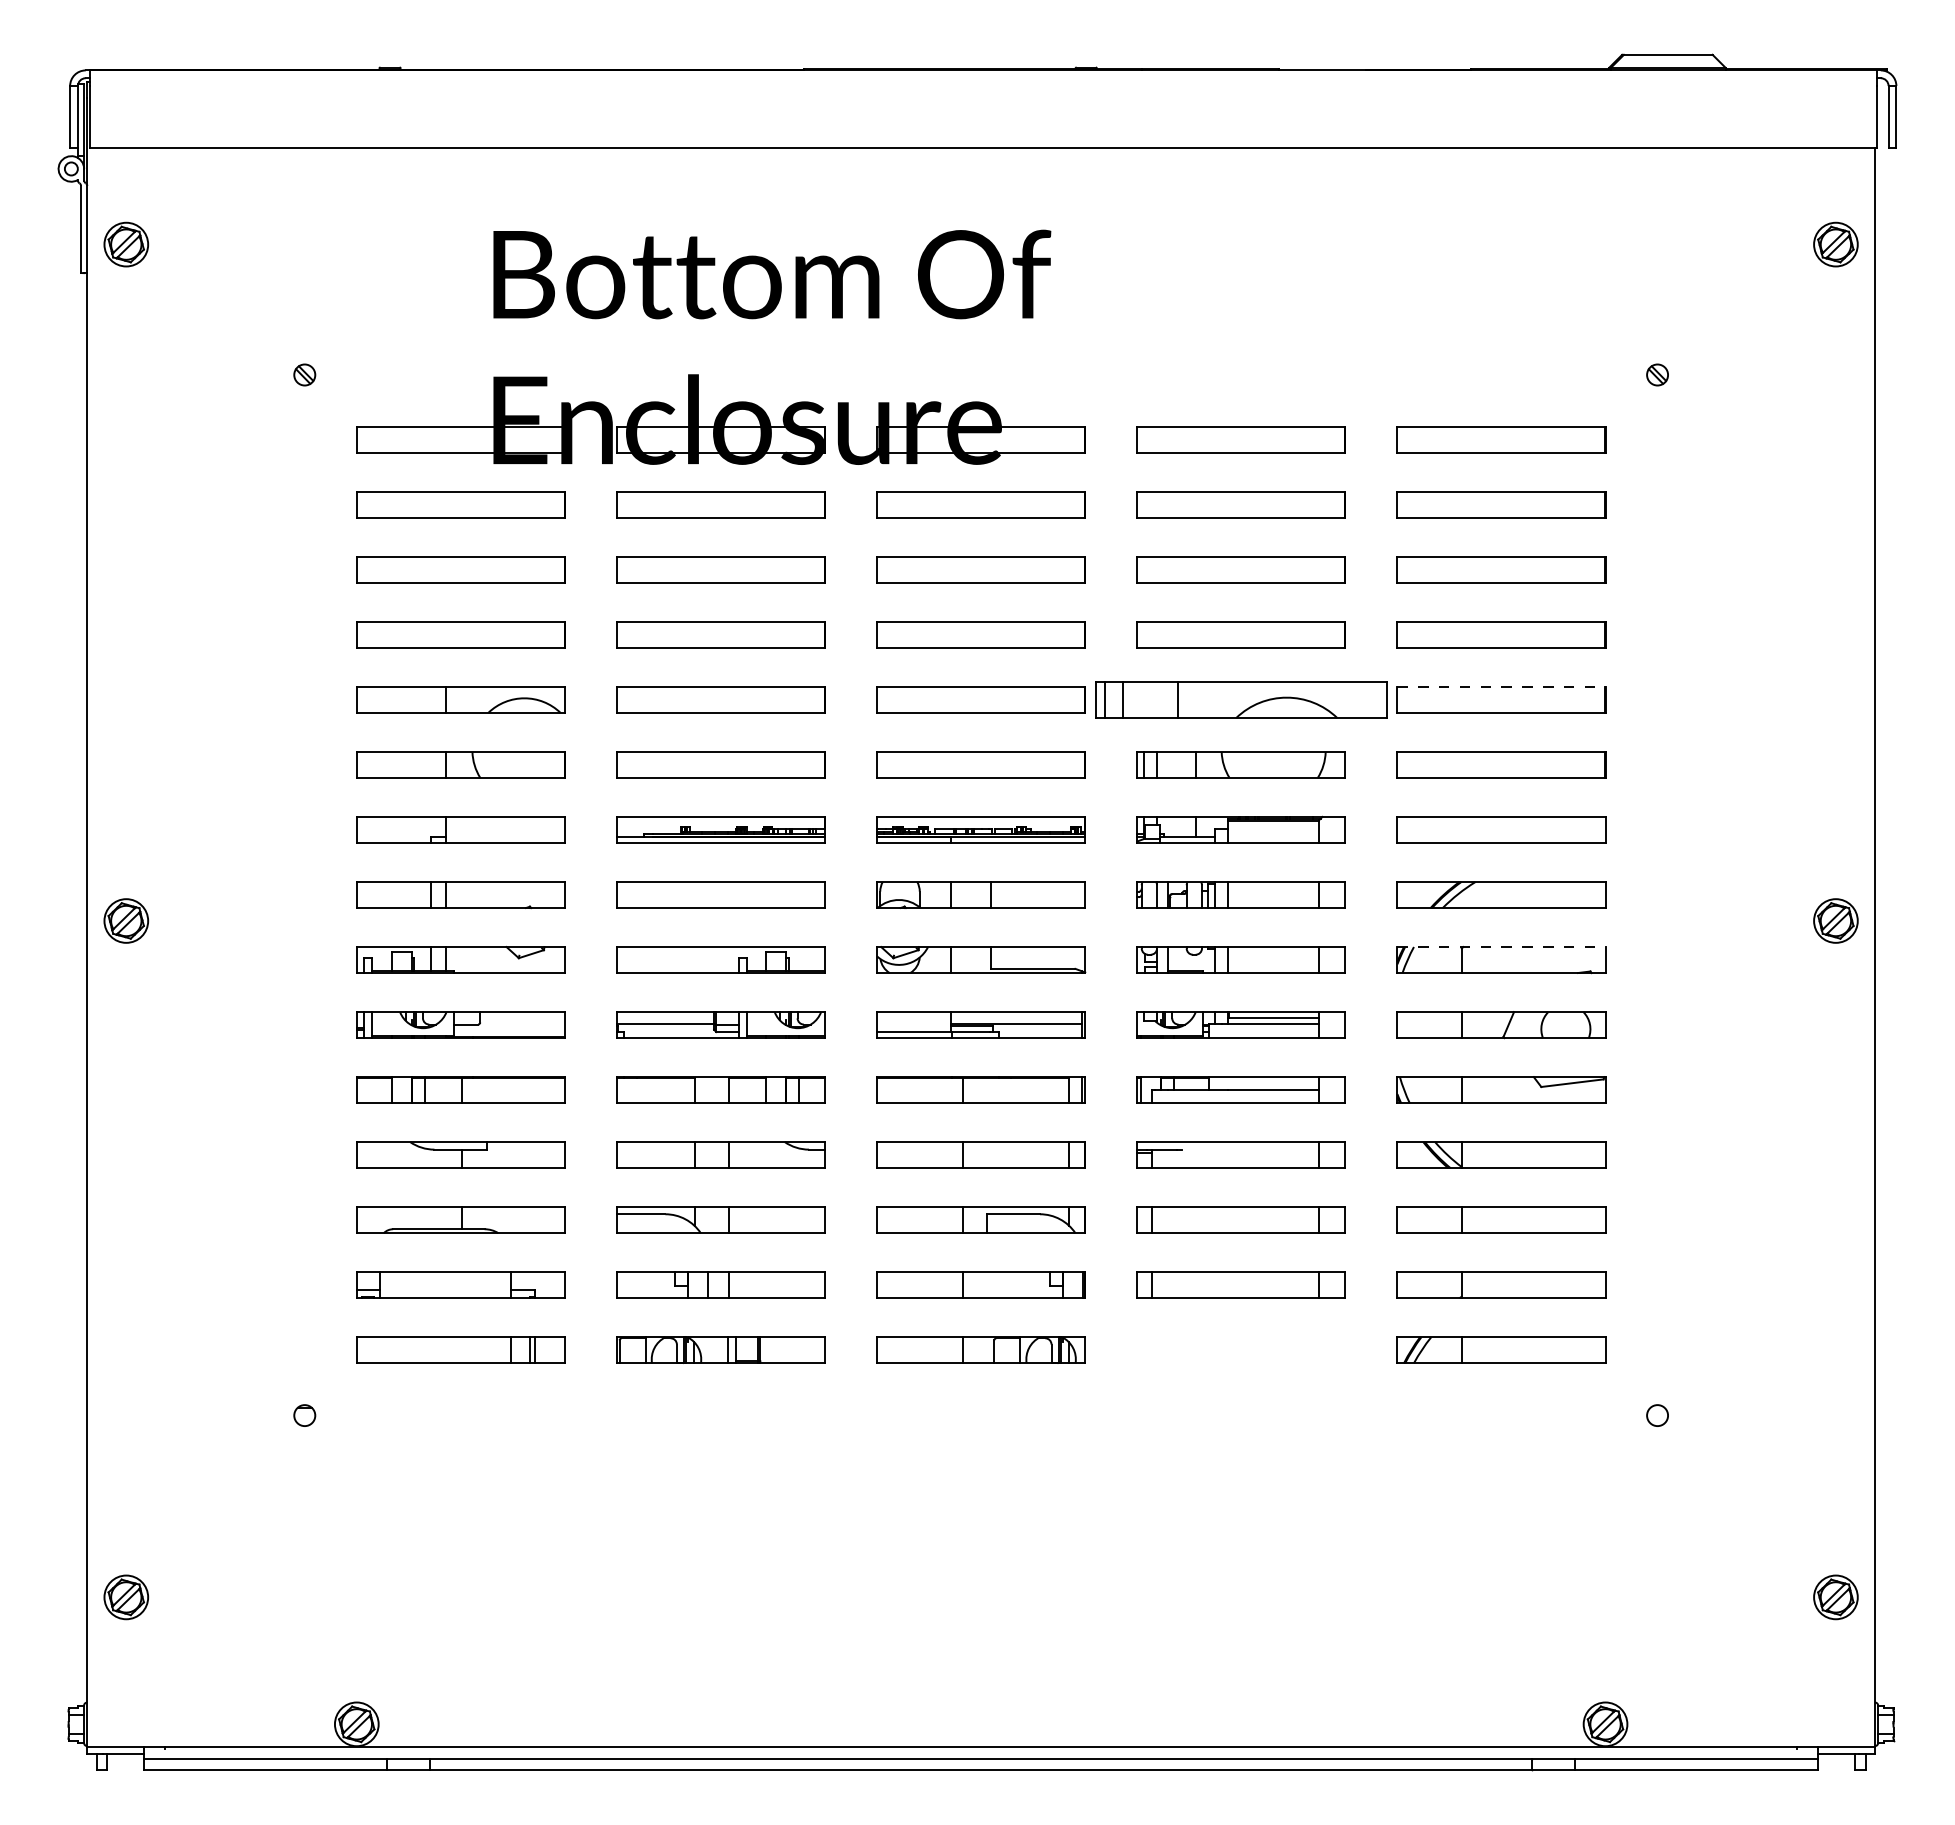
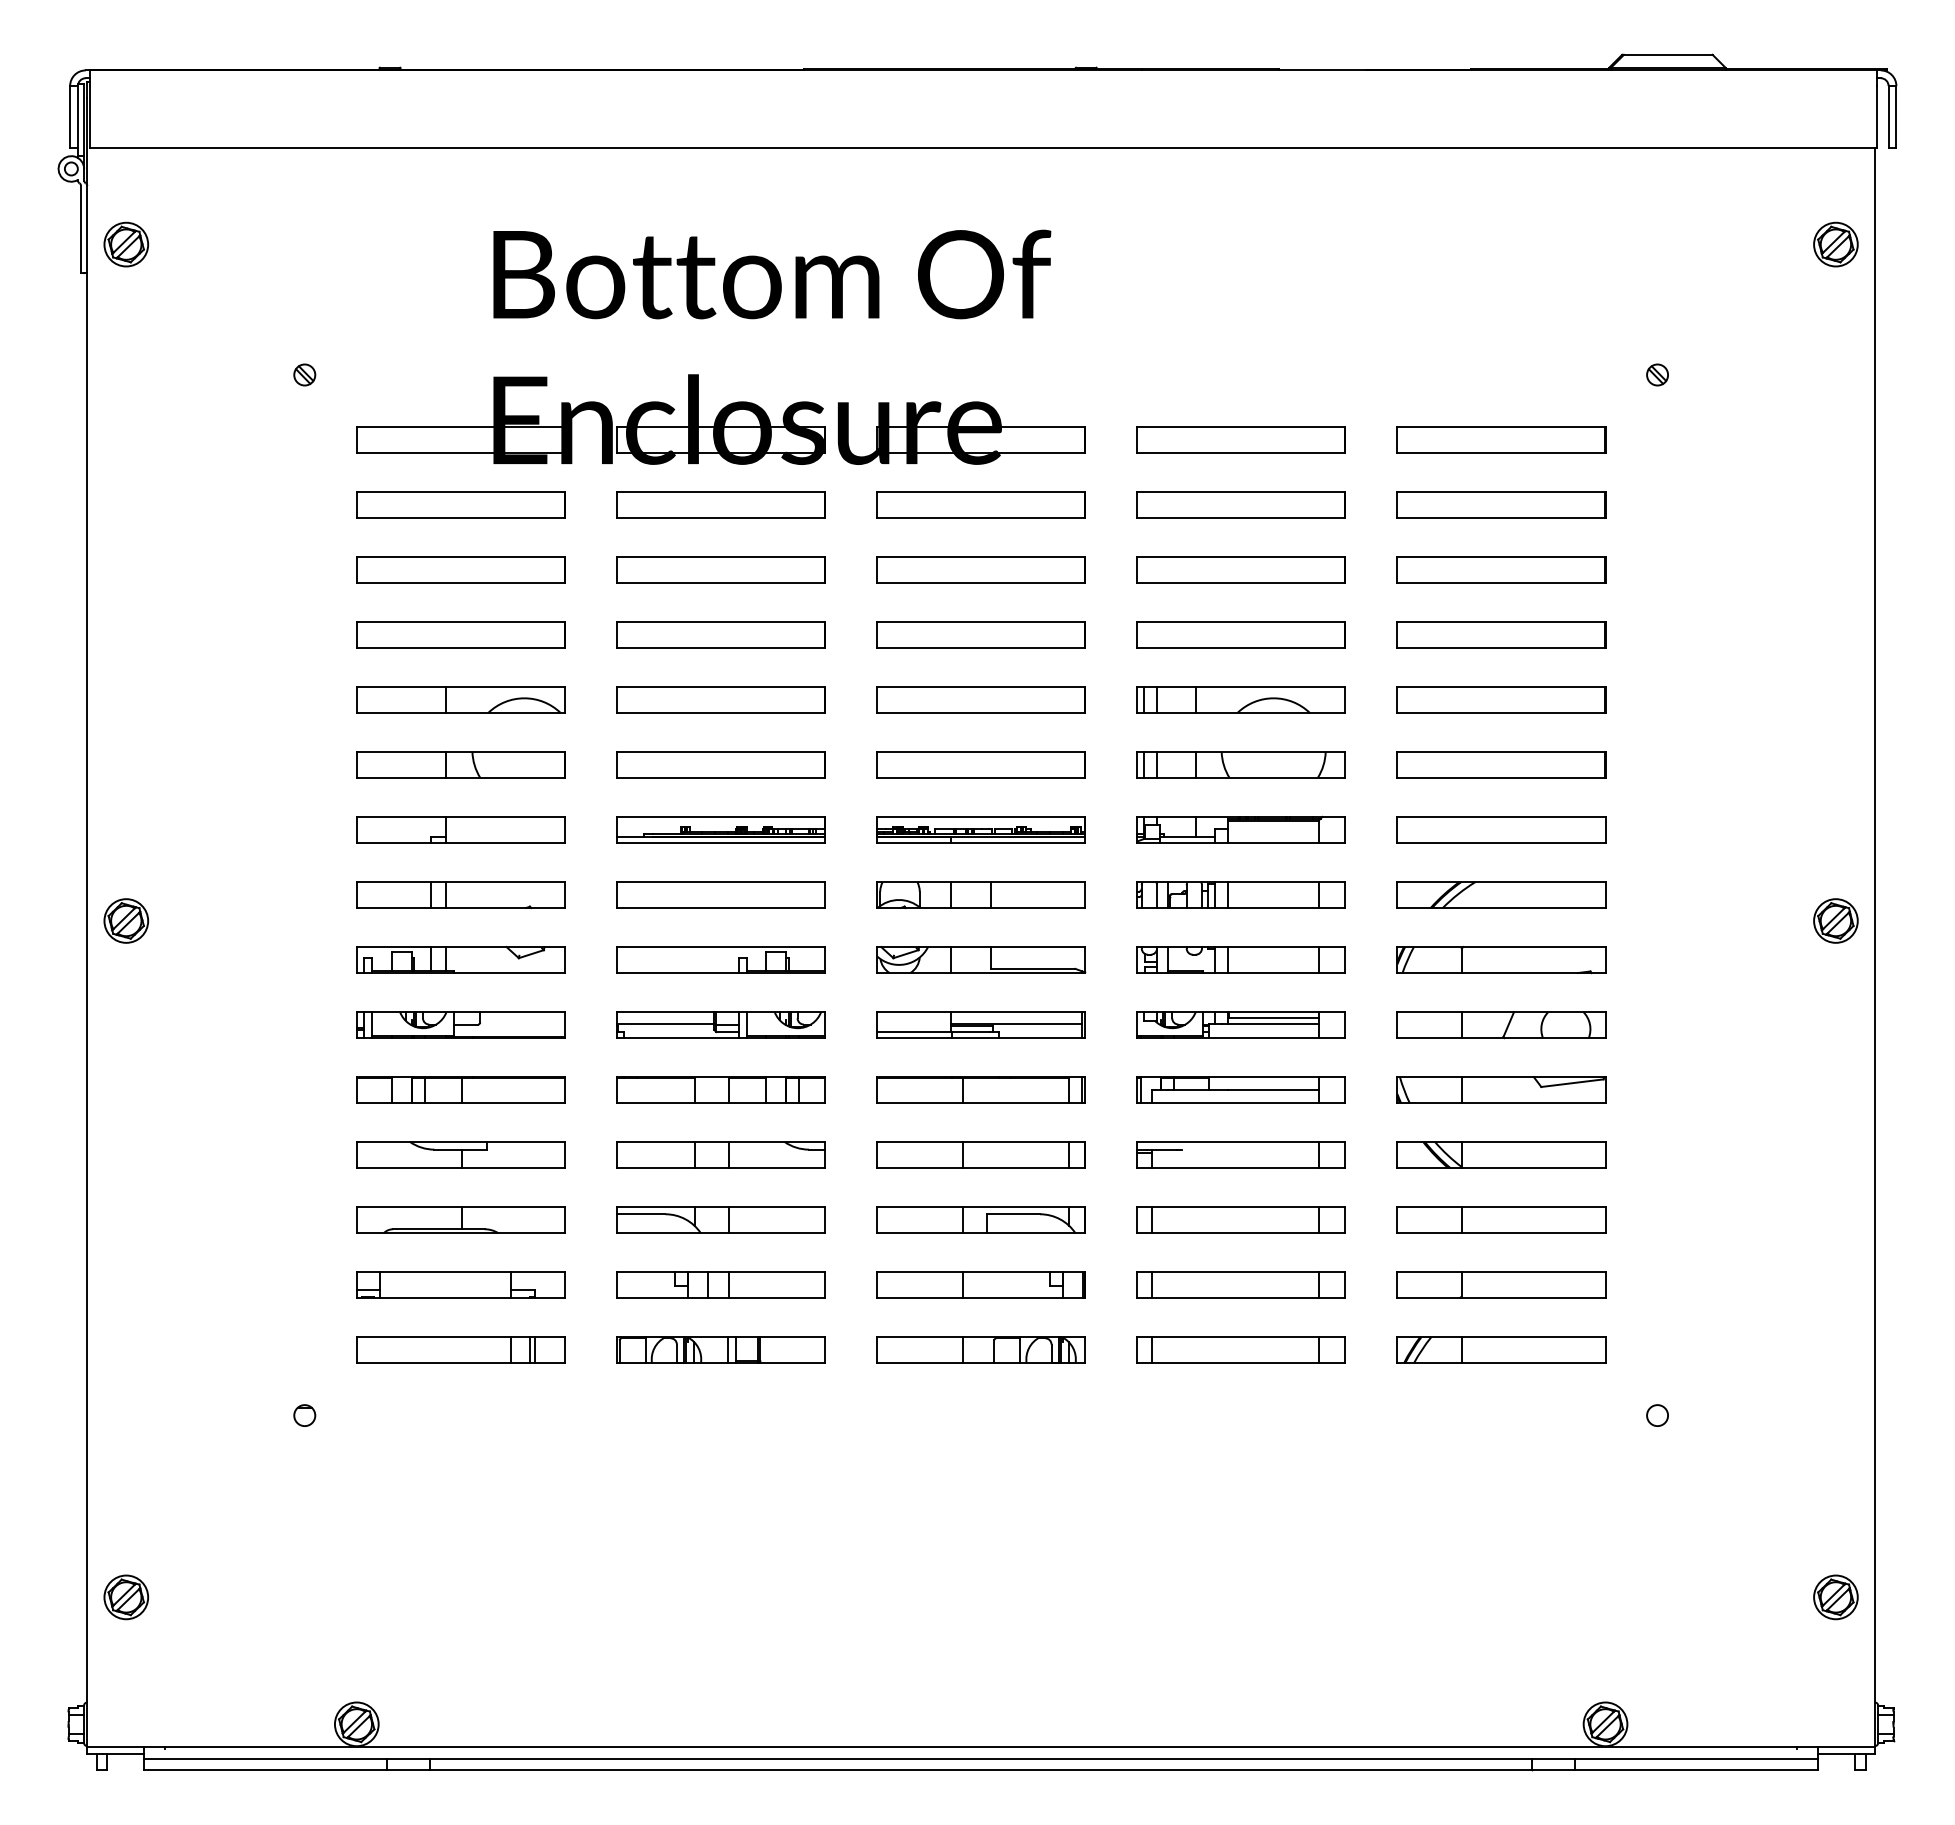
line at (1501, 686): dashed -> solid
part at (1241, 699) size: 293x38 px -> 210x28 px
line at (1501, 947): dashed -> solid
part at (1240, 1349): none -> present
